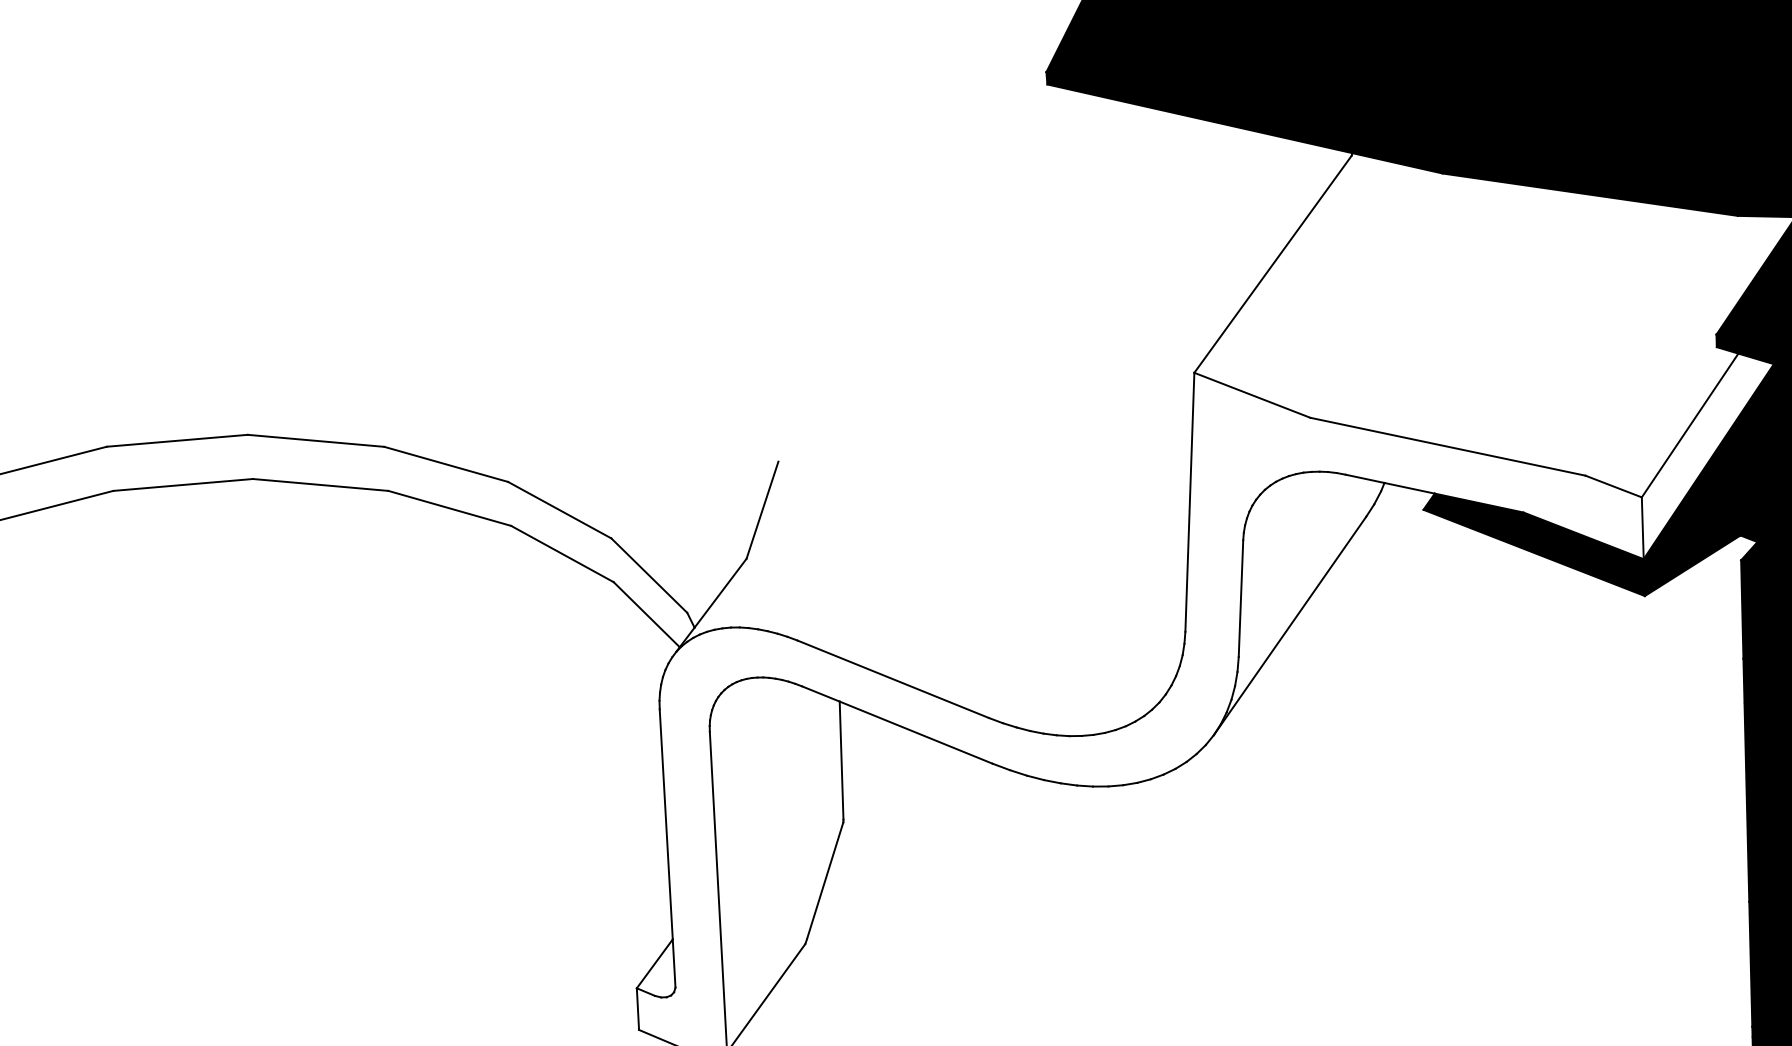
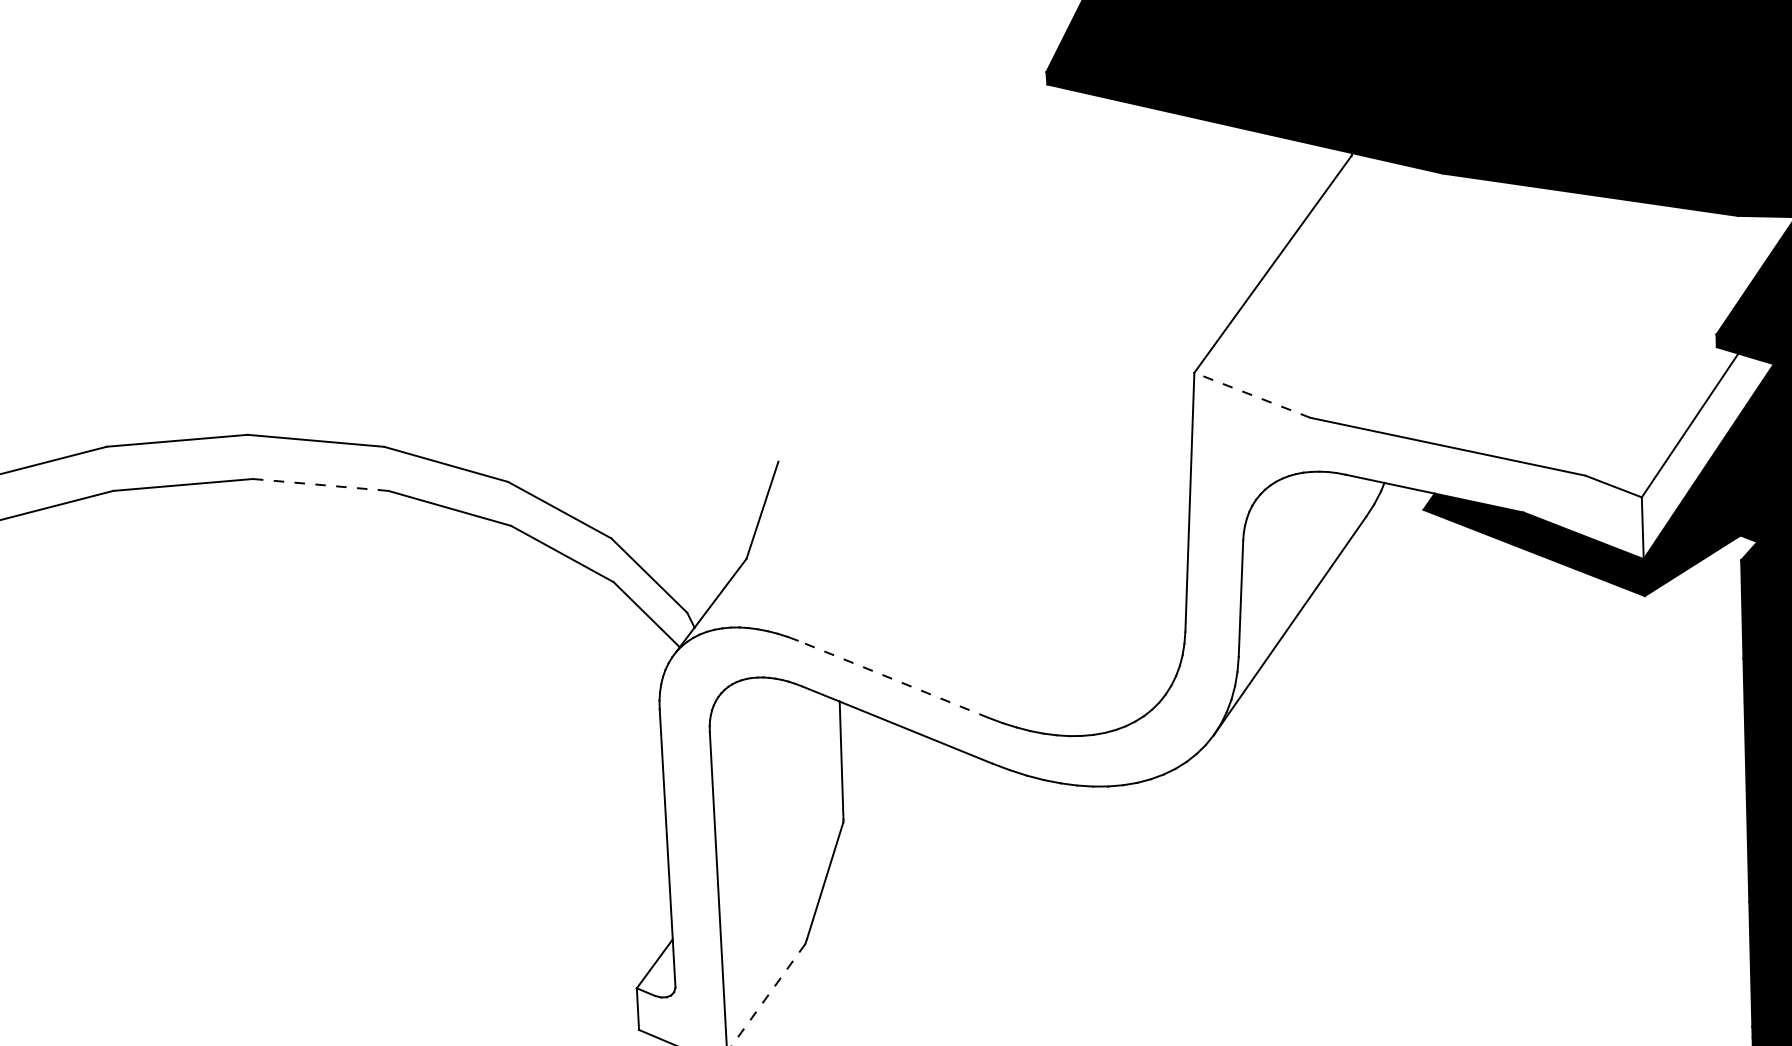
line at (1251, 395): solid -> dashed
line at (320, 484): solid -> dashed
line at (892, 679): solid -> dashed
line at (768, 994): solid -> dashed
